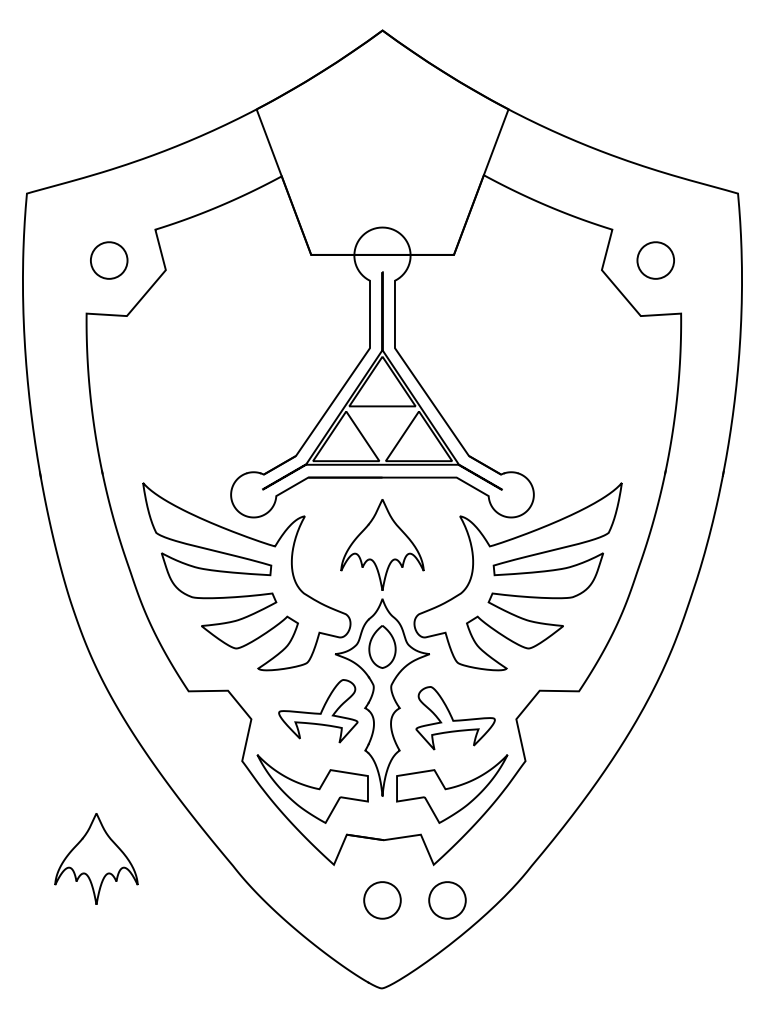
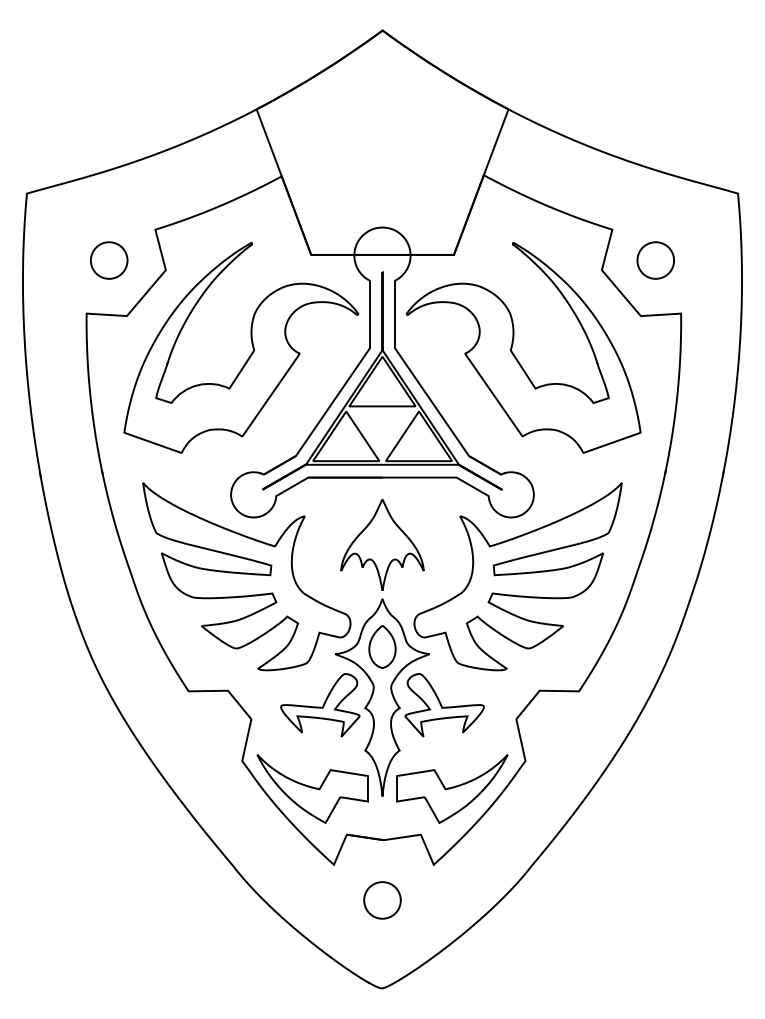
part at (251, 344): none -> present
part at (513, 344): none -> present
part at (318, 711) position: (318, 711) -> (320, 705)
part at (455, 718) position: (455, 718) -> (444, 705)
part at (96, 858): present -> none
part at (447, 900): present -> none
